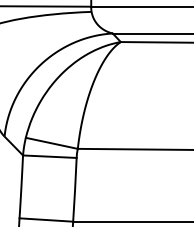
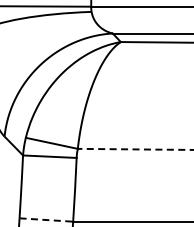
line at (135, 149): solid -> dashed
line at (46, 220): solid -> dashed
